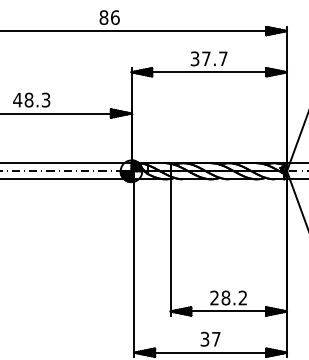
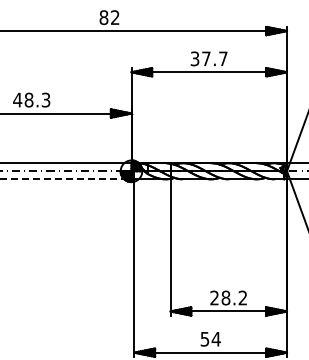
text at (115, 17): 86 -> 82
line at (66, 179): solid -> dashed
text at (210, 338): 37 -> 54
